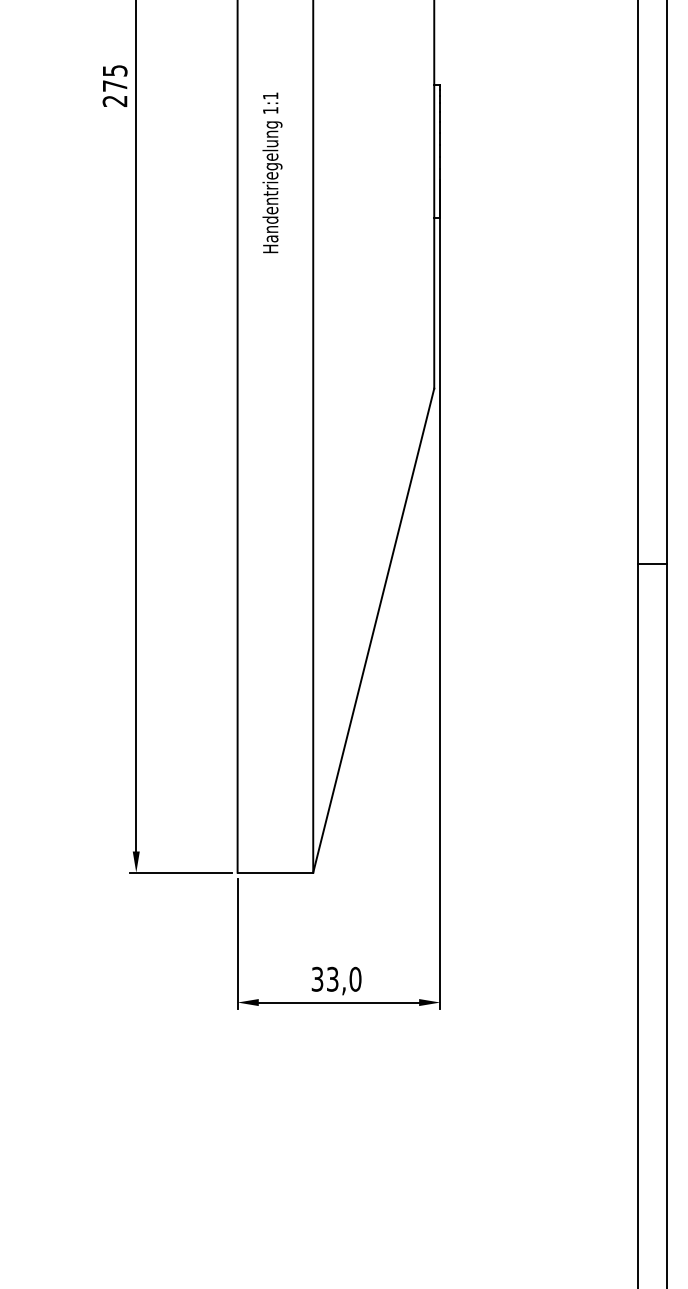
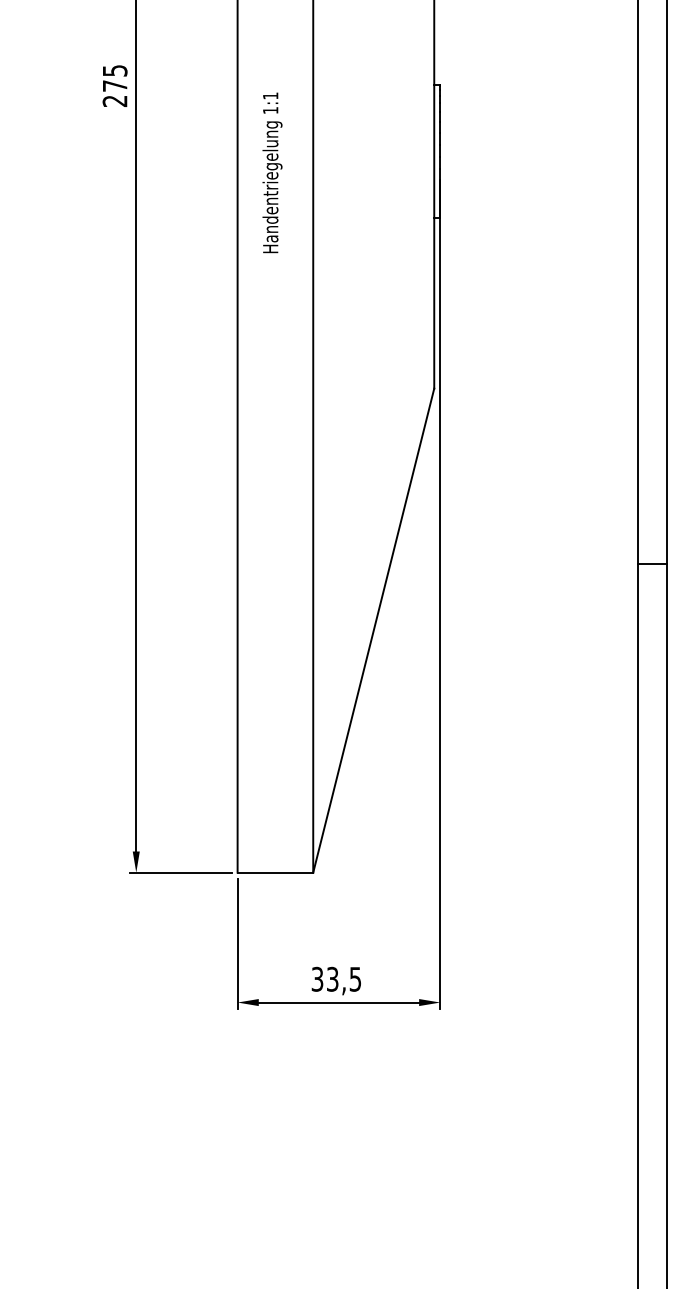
text at (355, 978): 33,0 -> 33,5
